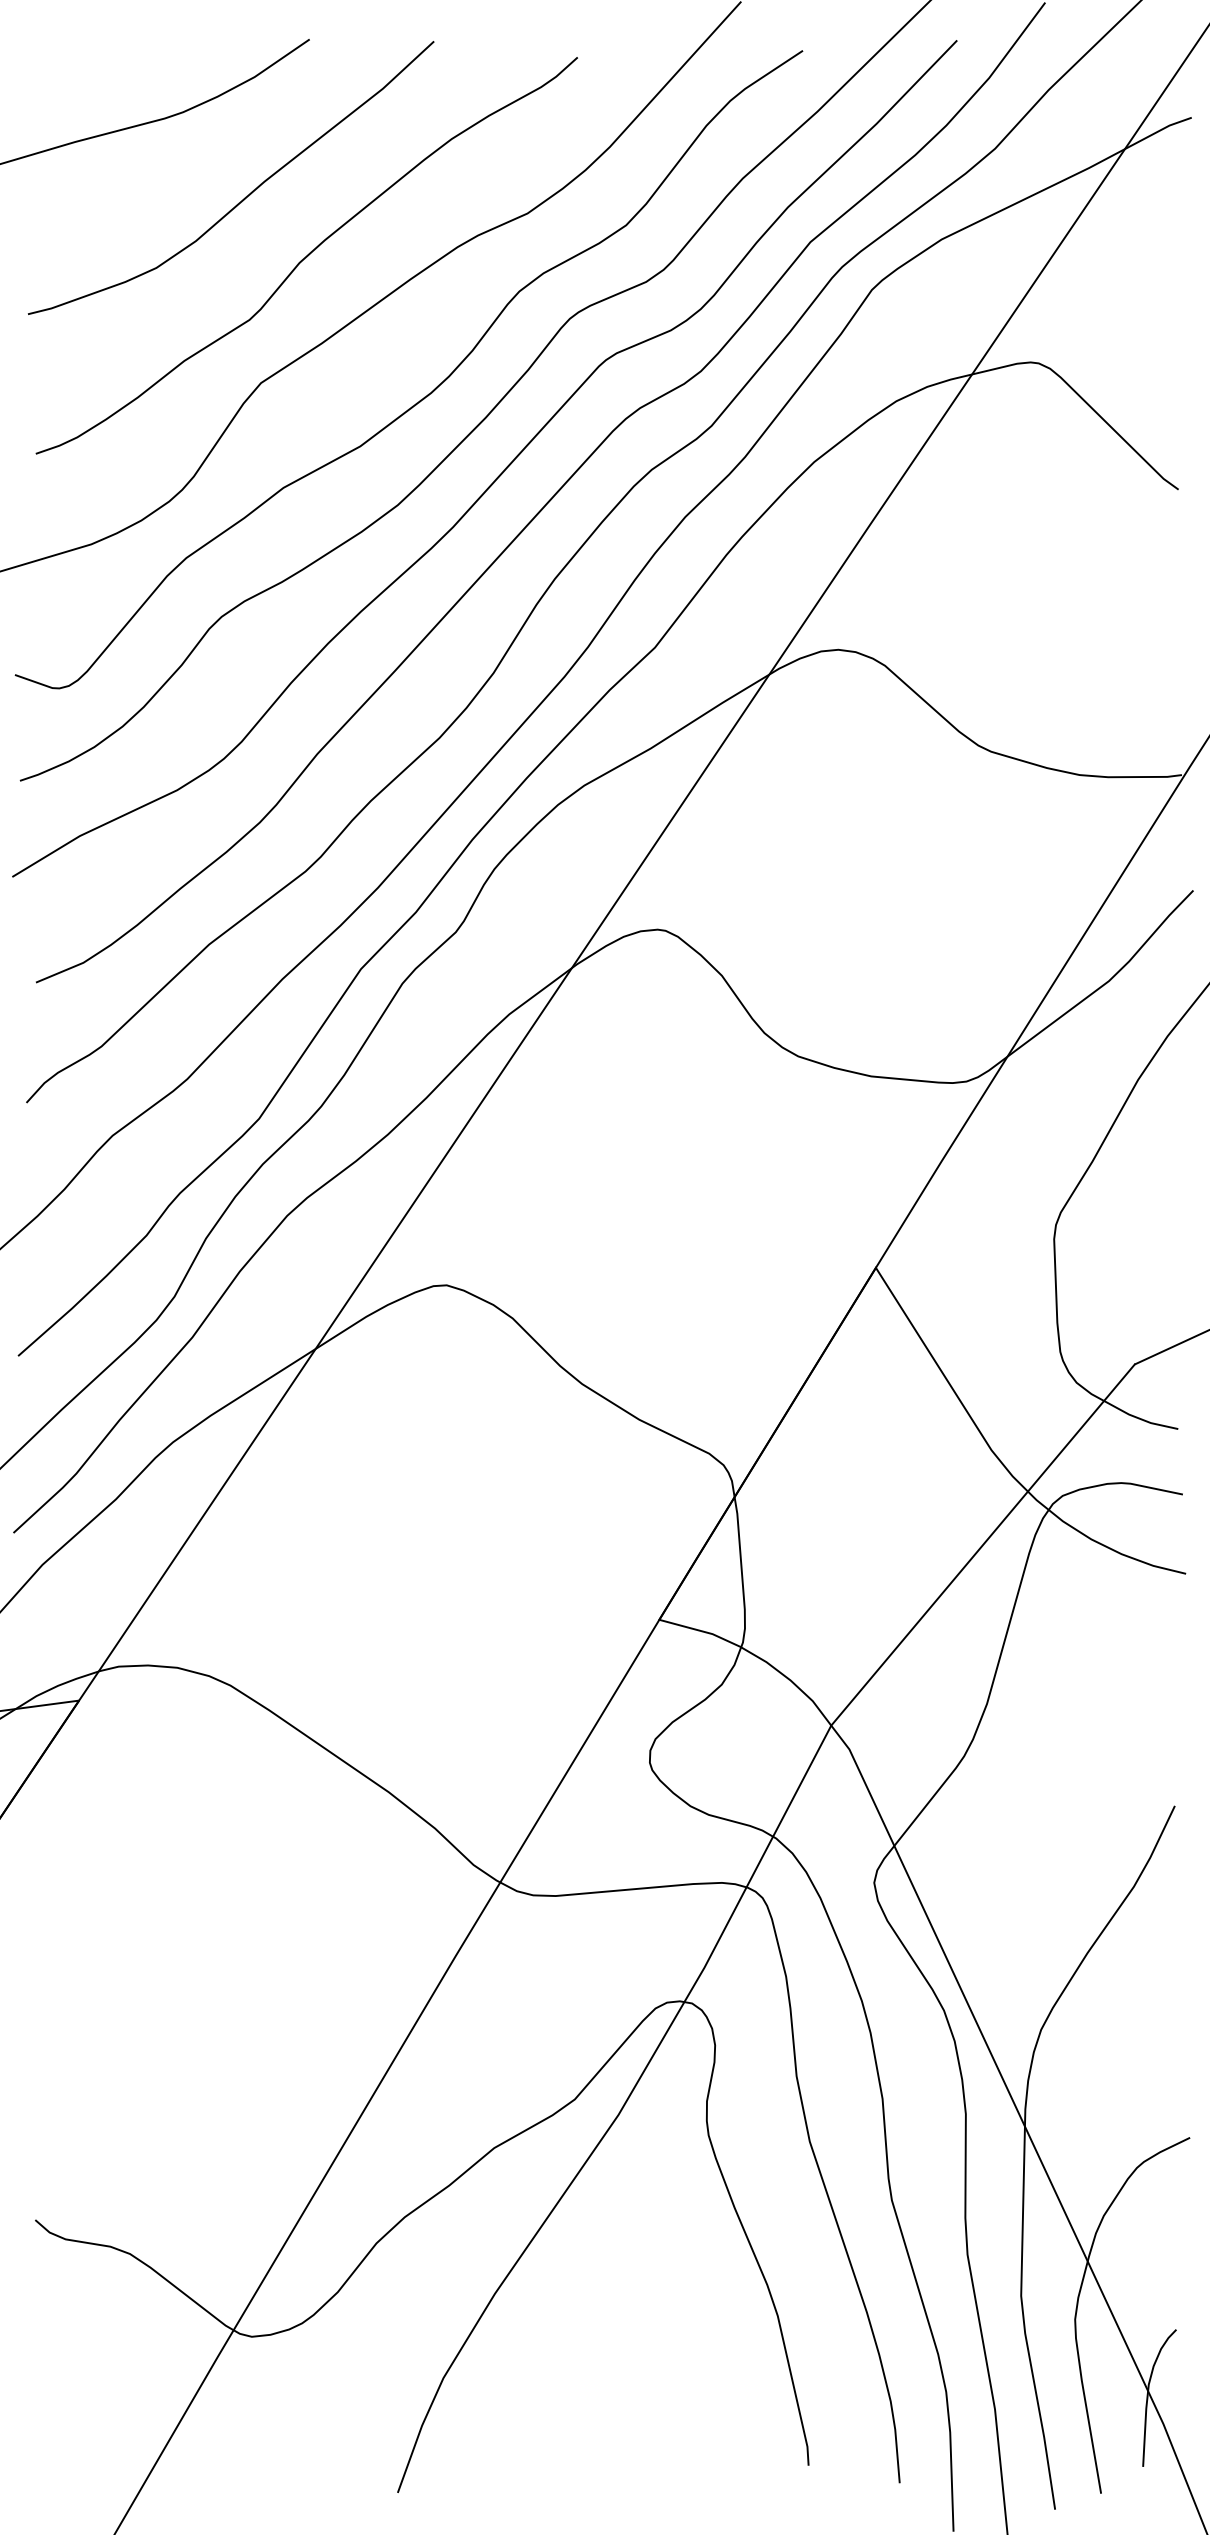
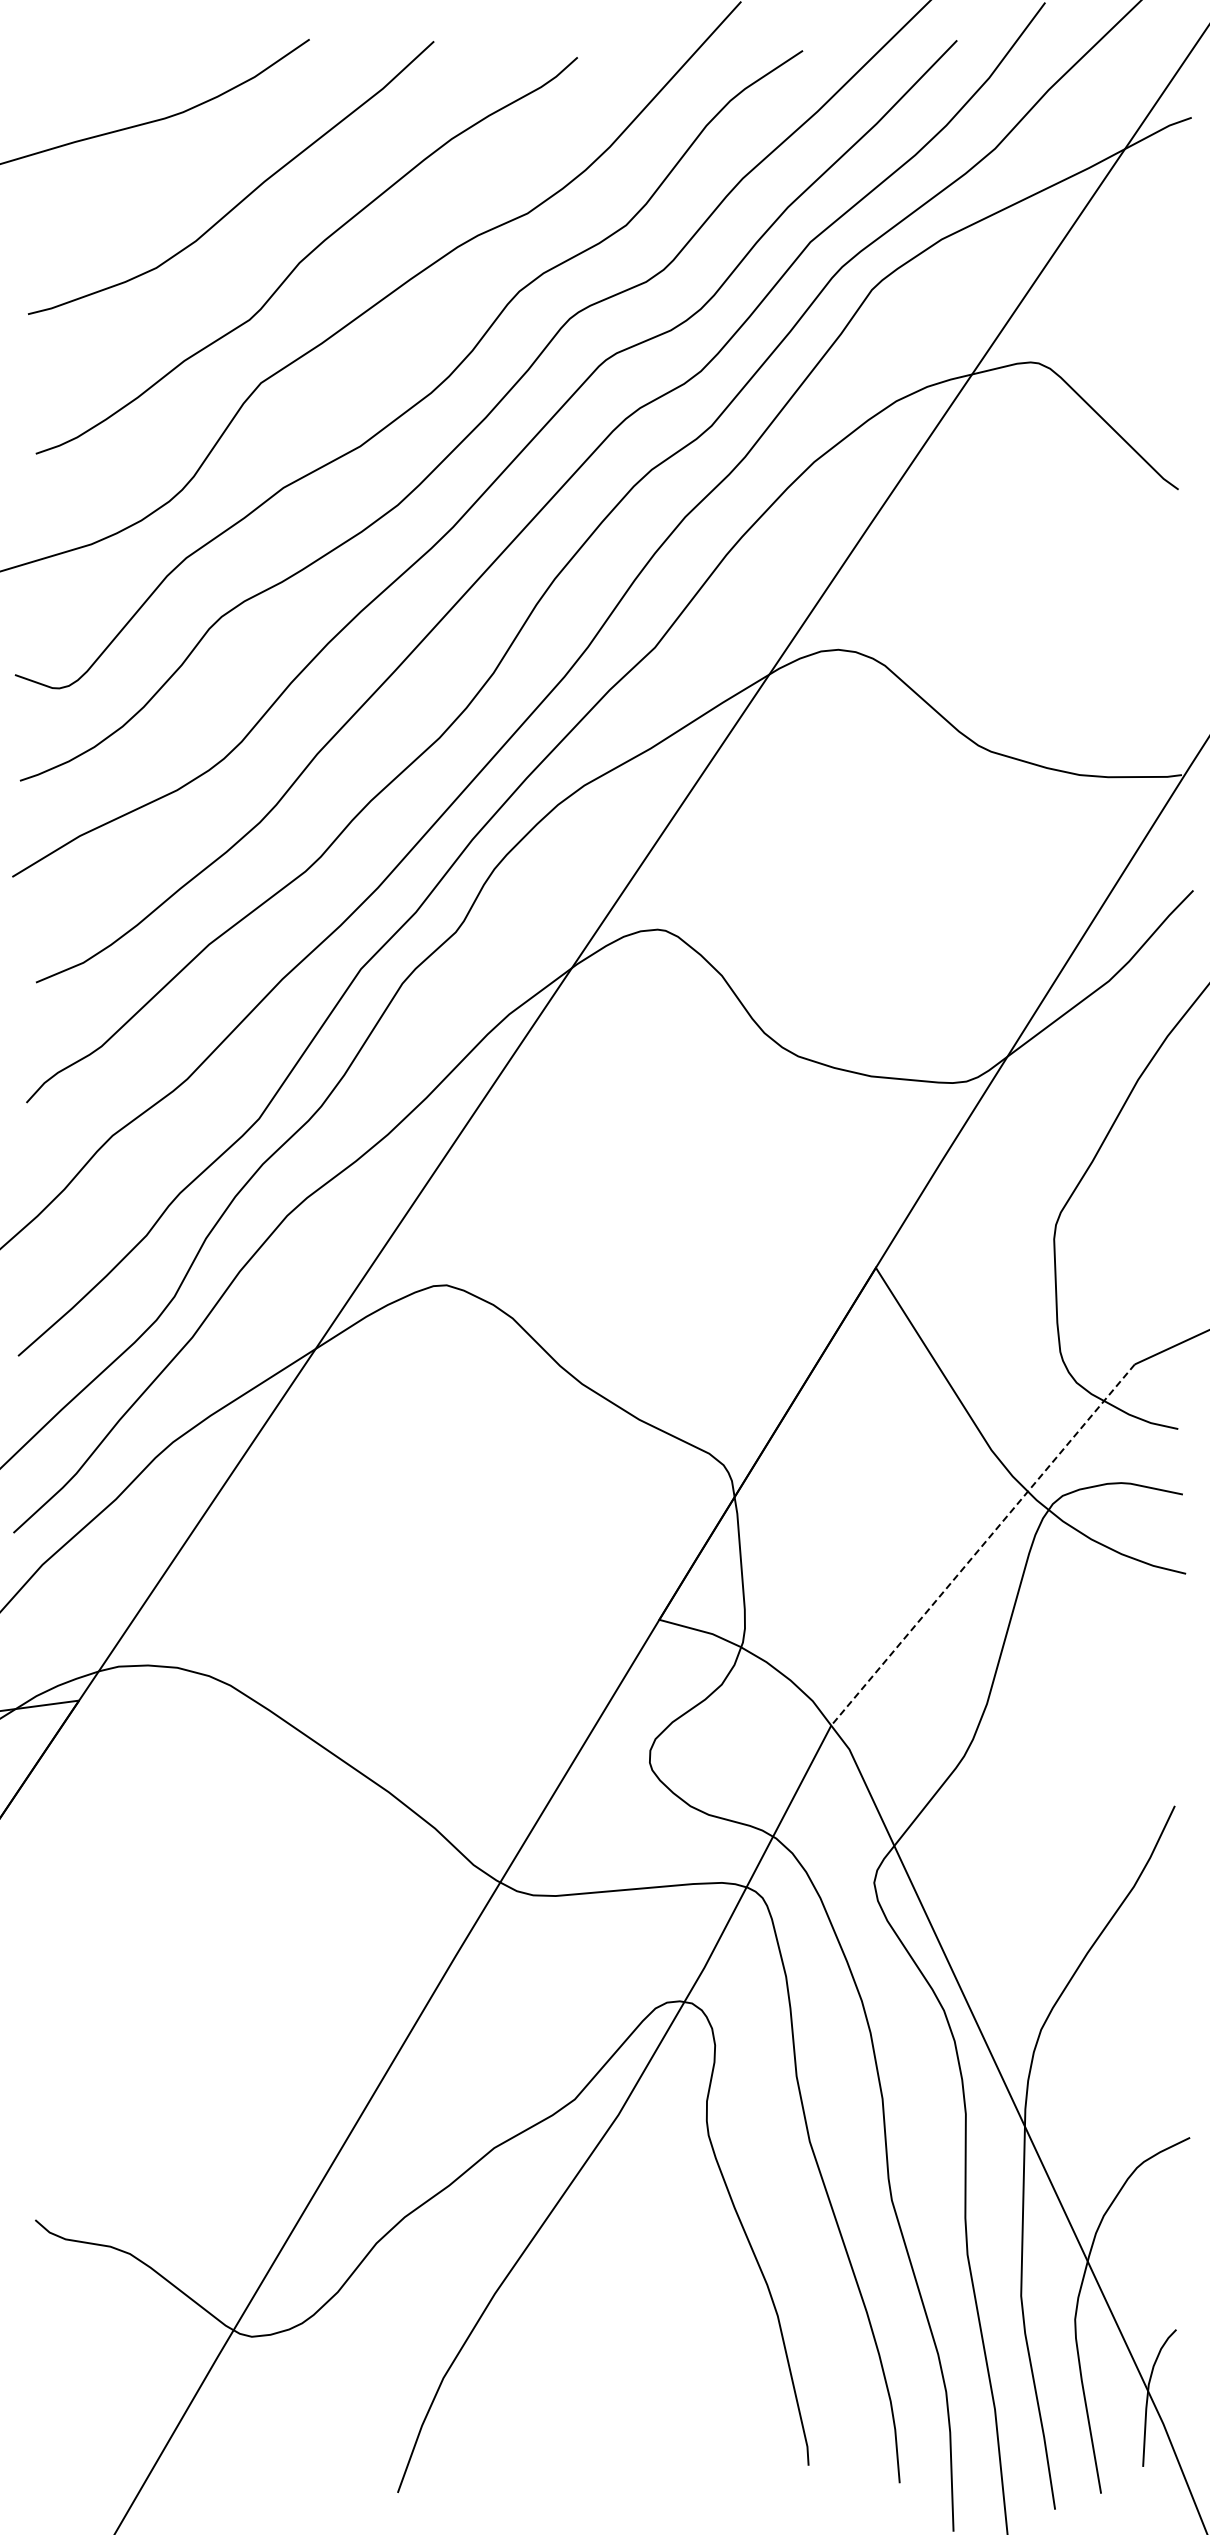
line at (983, 1545): solid -> dashed
